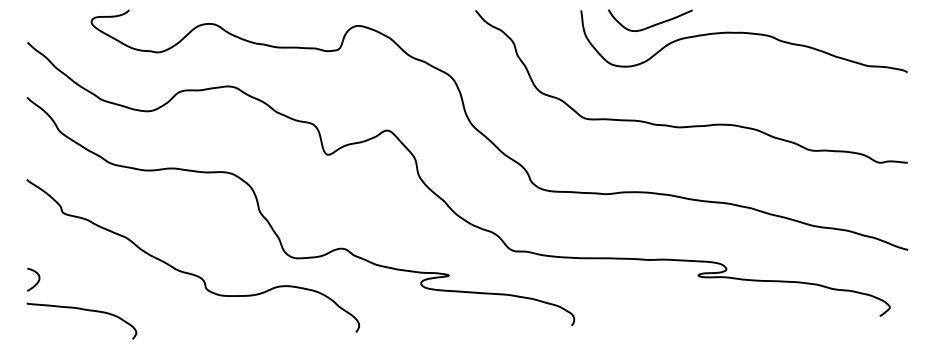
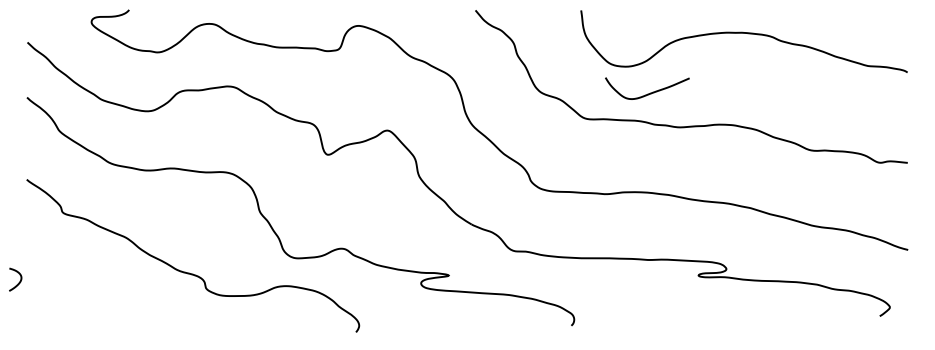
curve at (653, 24) position: (653, 24) -> (650, 92)
curve at (36, 282) position: (36, 282) -> (18, 282)
curve at (82, 310): present -> none
